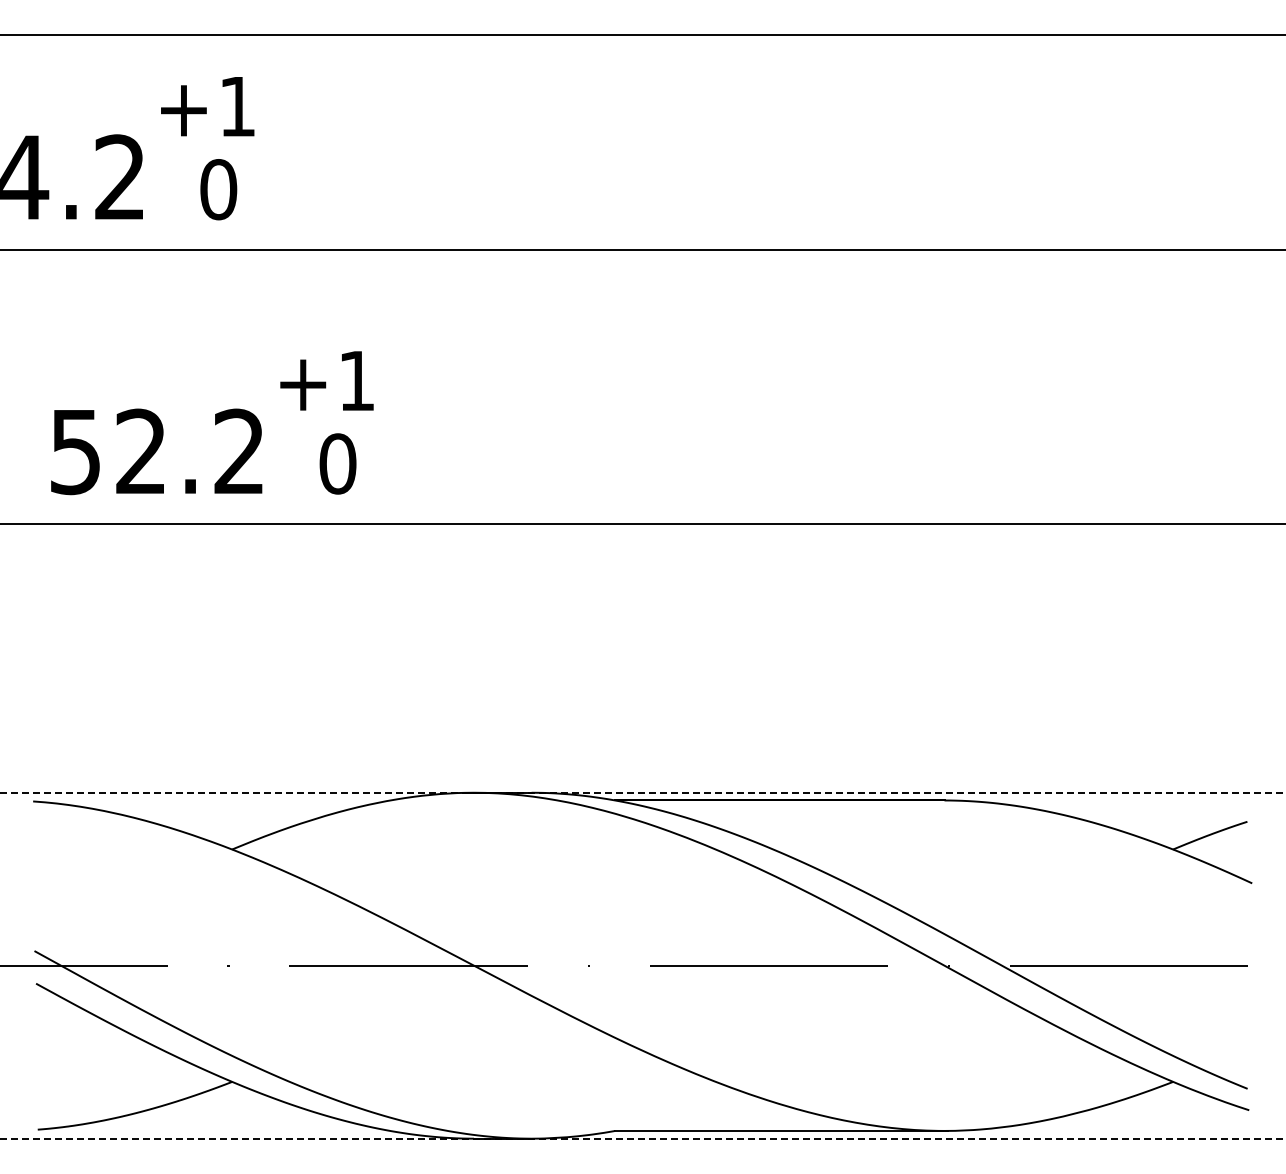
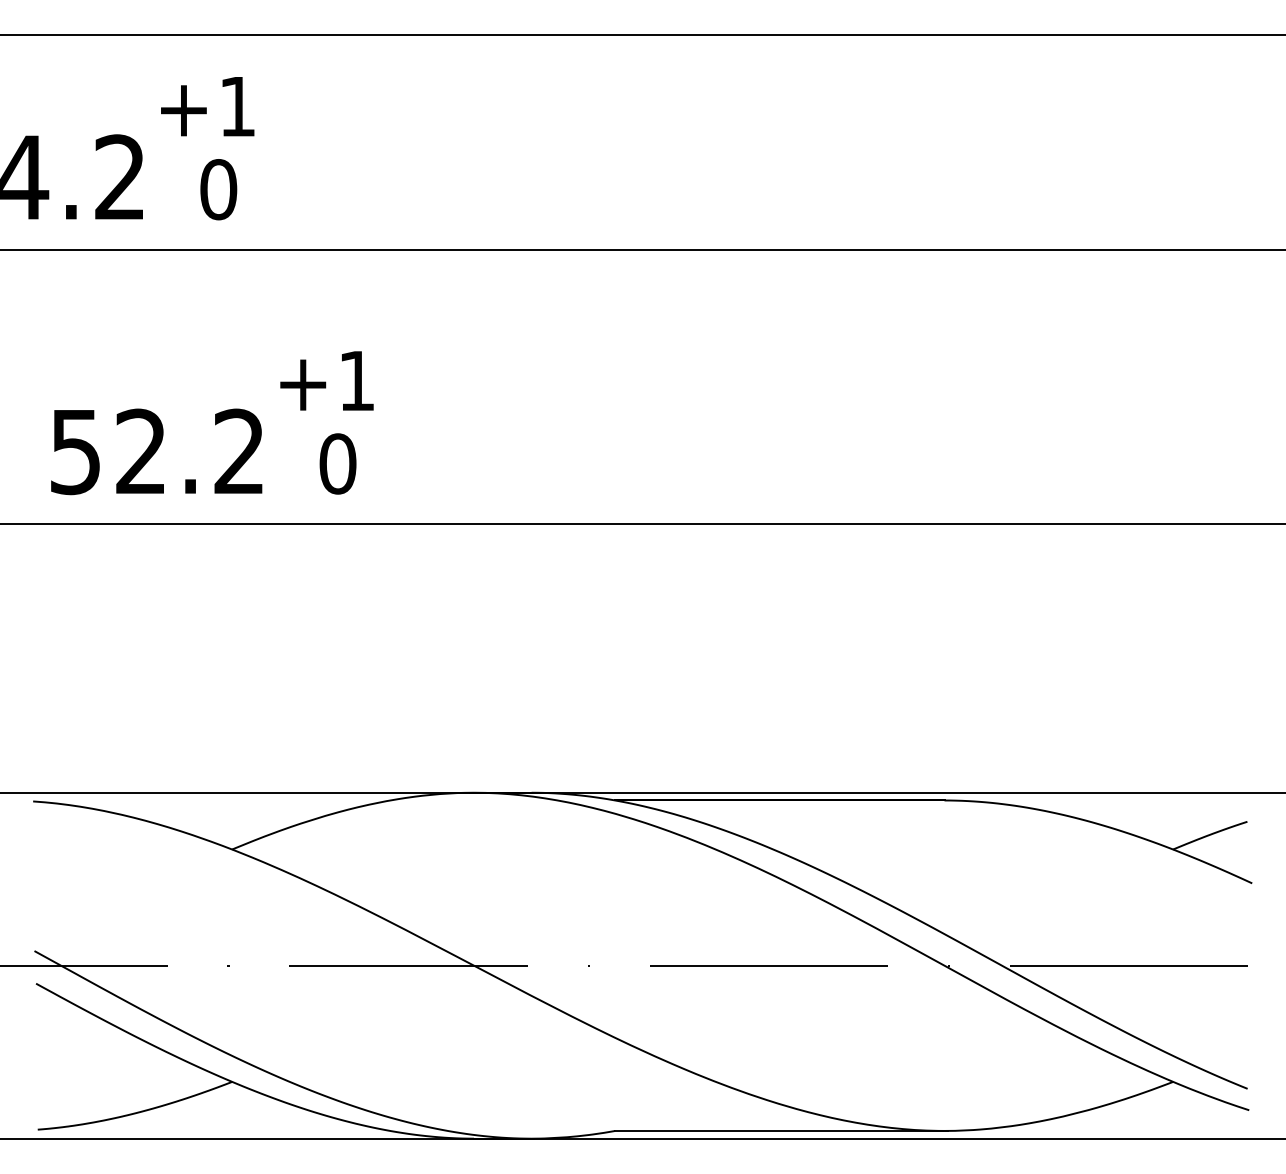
line at (643, 792): dashed -> solid
line at (643, 1138): dashed -> solid
